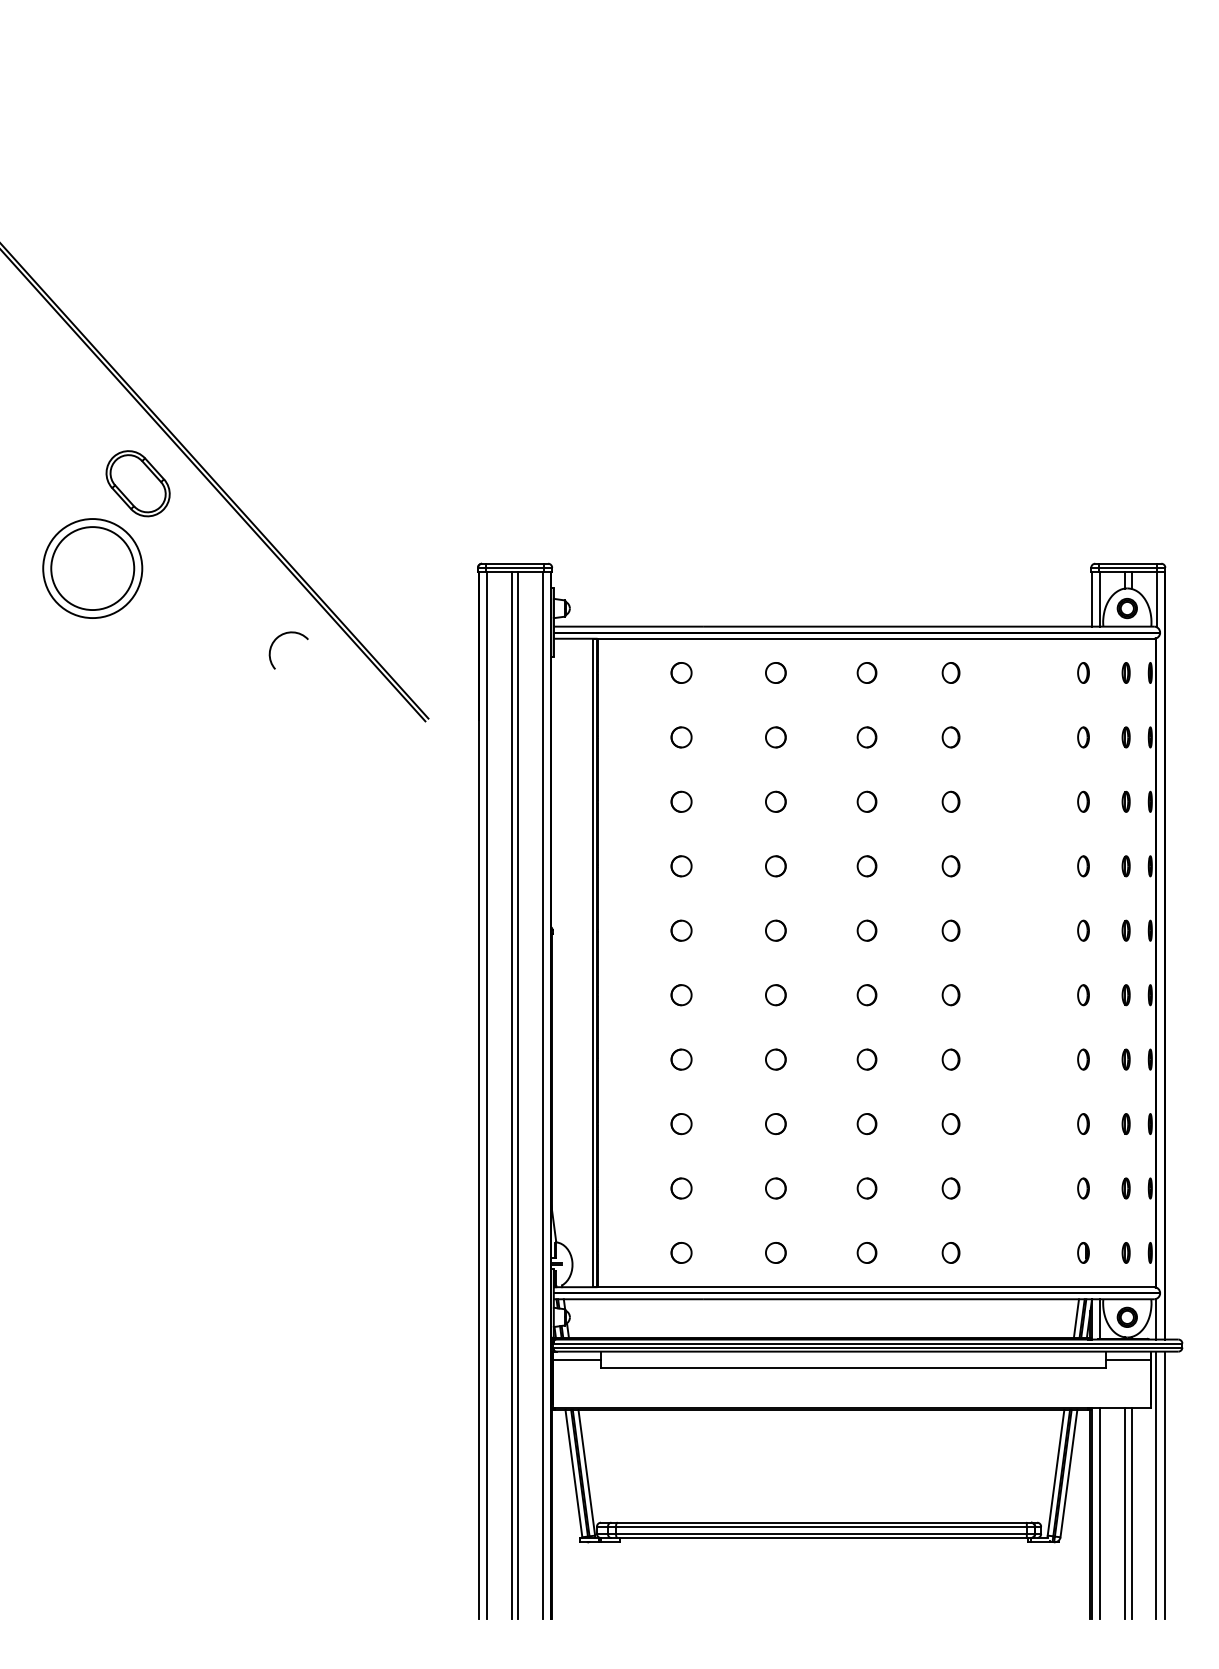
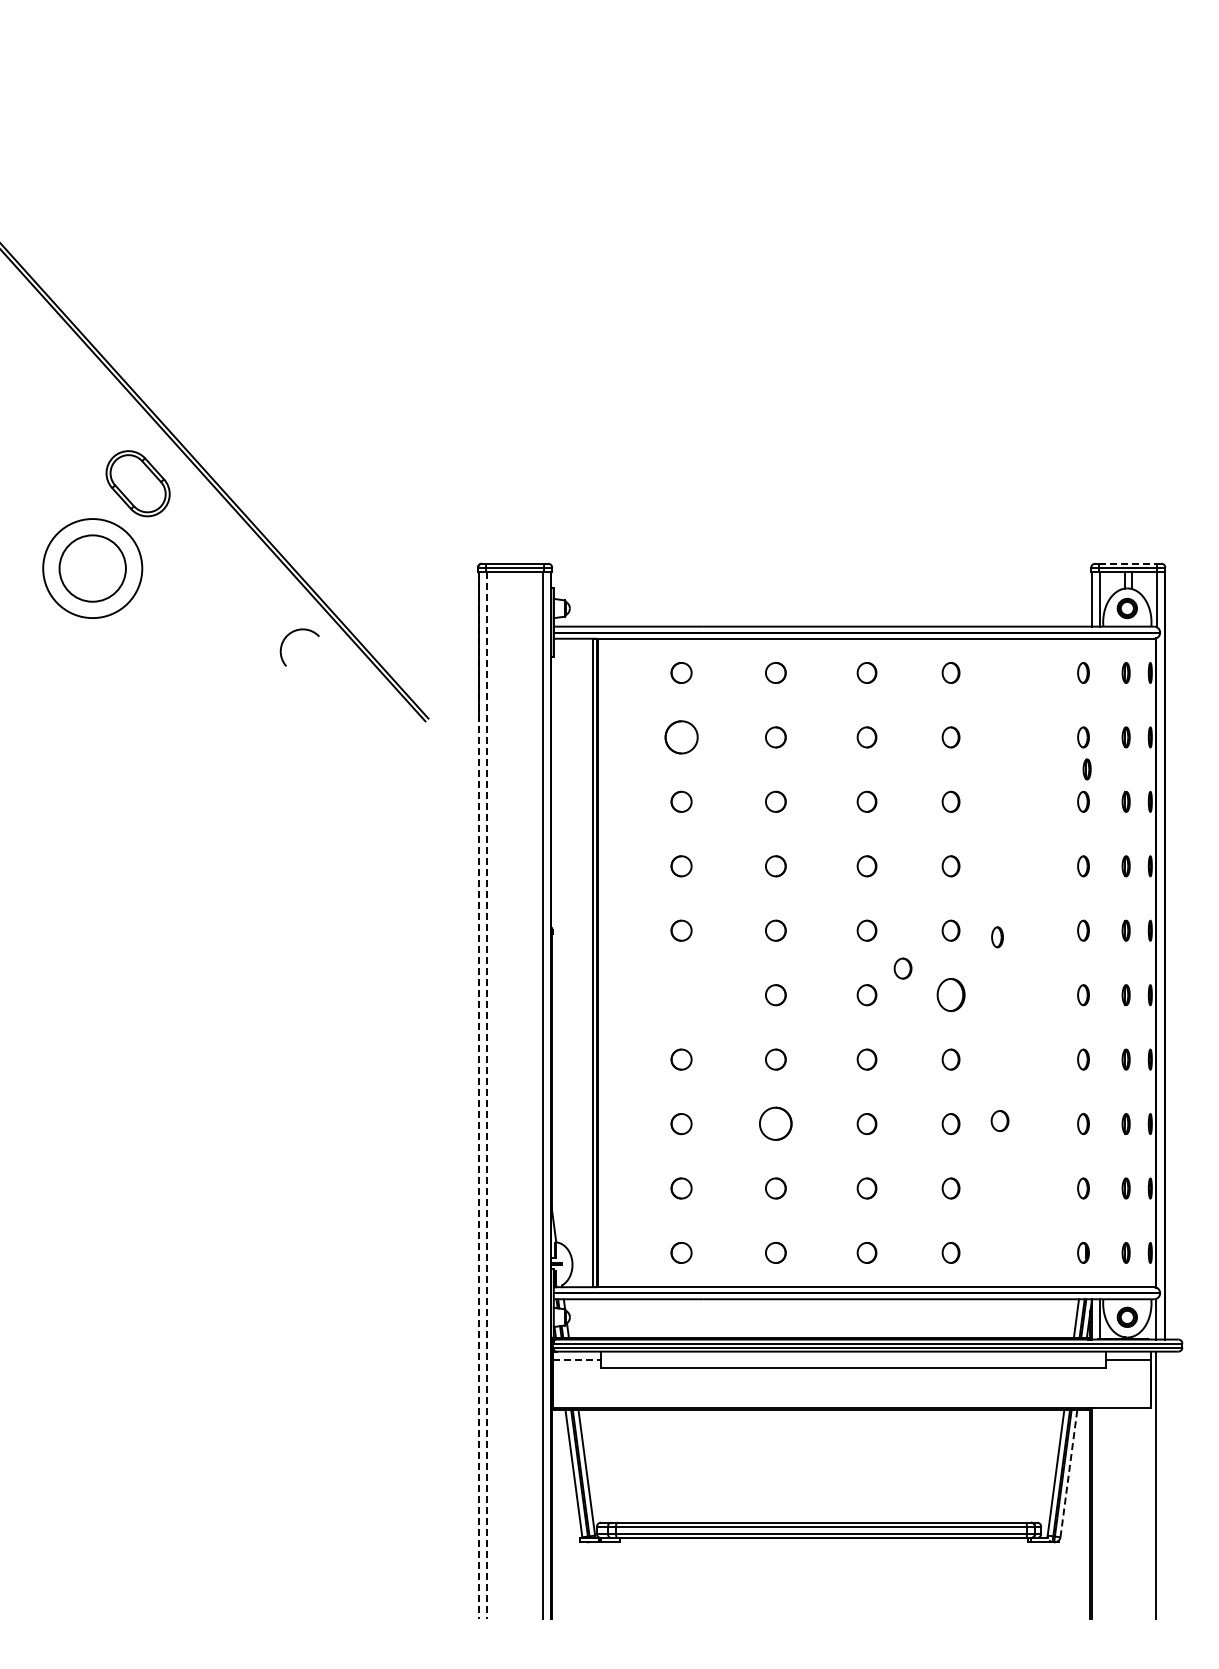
line at (1128, 563): solid -> dashed
circle at (92, 568) diameter: 83 px -> 66 px
arc at (278, 638) position: (278, 638) -> (289, 635)
part at (681, 737) size: 23x23 px -> 35x35 px
part at (1086, 769): none -> present
part at (997, 937): none -> present
part at (902, 968): none -> present
part at (681, 995): present -> none
part at (950, 995) size: 20x23 px -> 30x34 px
line at (511, 1094): present -> none
line at (518, 1094): present -> none
line at (478, 1095): solid -> dashed
line at (486, 1095): solid -> dashed
part at (999, 1120): none -> present
part at (775, 1124) size: 22x23 px -> 34x35 px
line at (577, 1359): solid -> dashed
line at (1068, 1473): solid -> dashed
line at (1164, 1484): present -> none
line at (1100, 1513): present -> none
line at (1125, 1513): present -> none
line at (1131, 1513): present -> none
